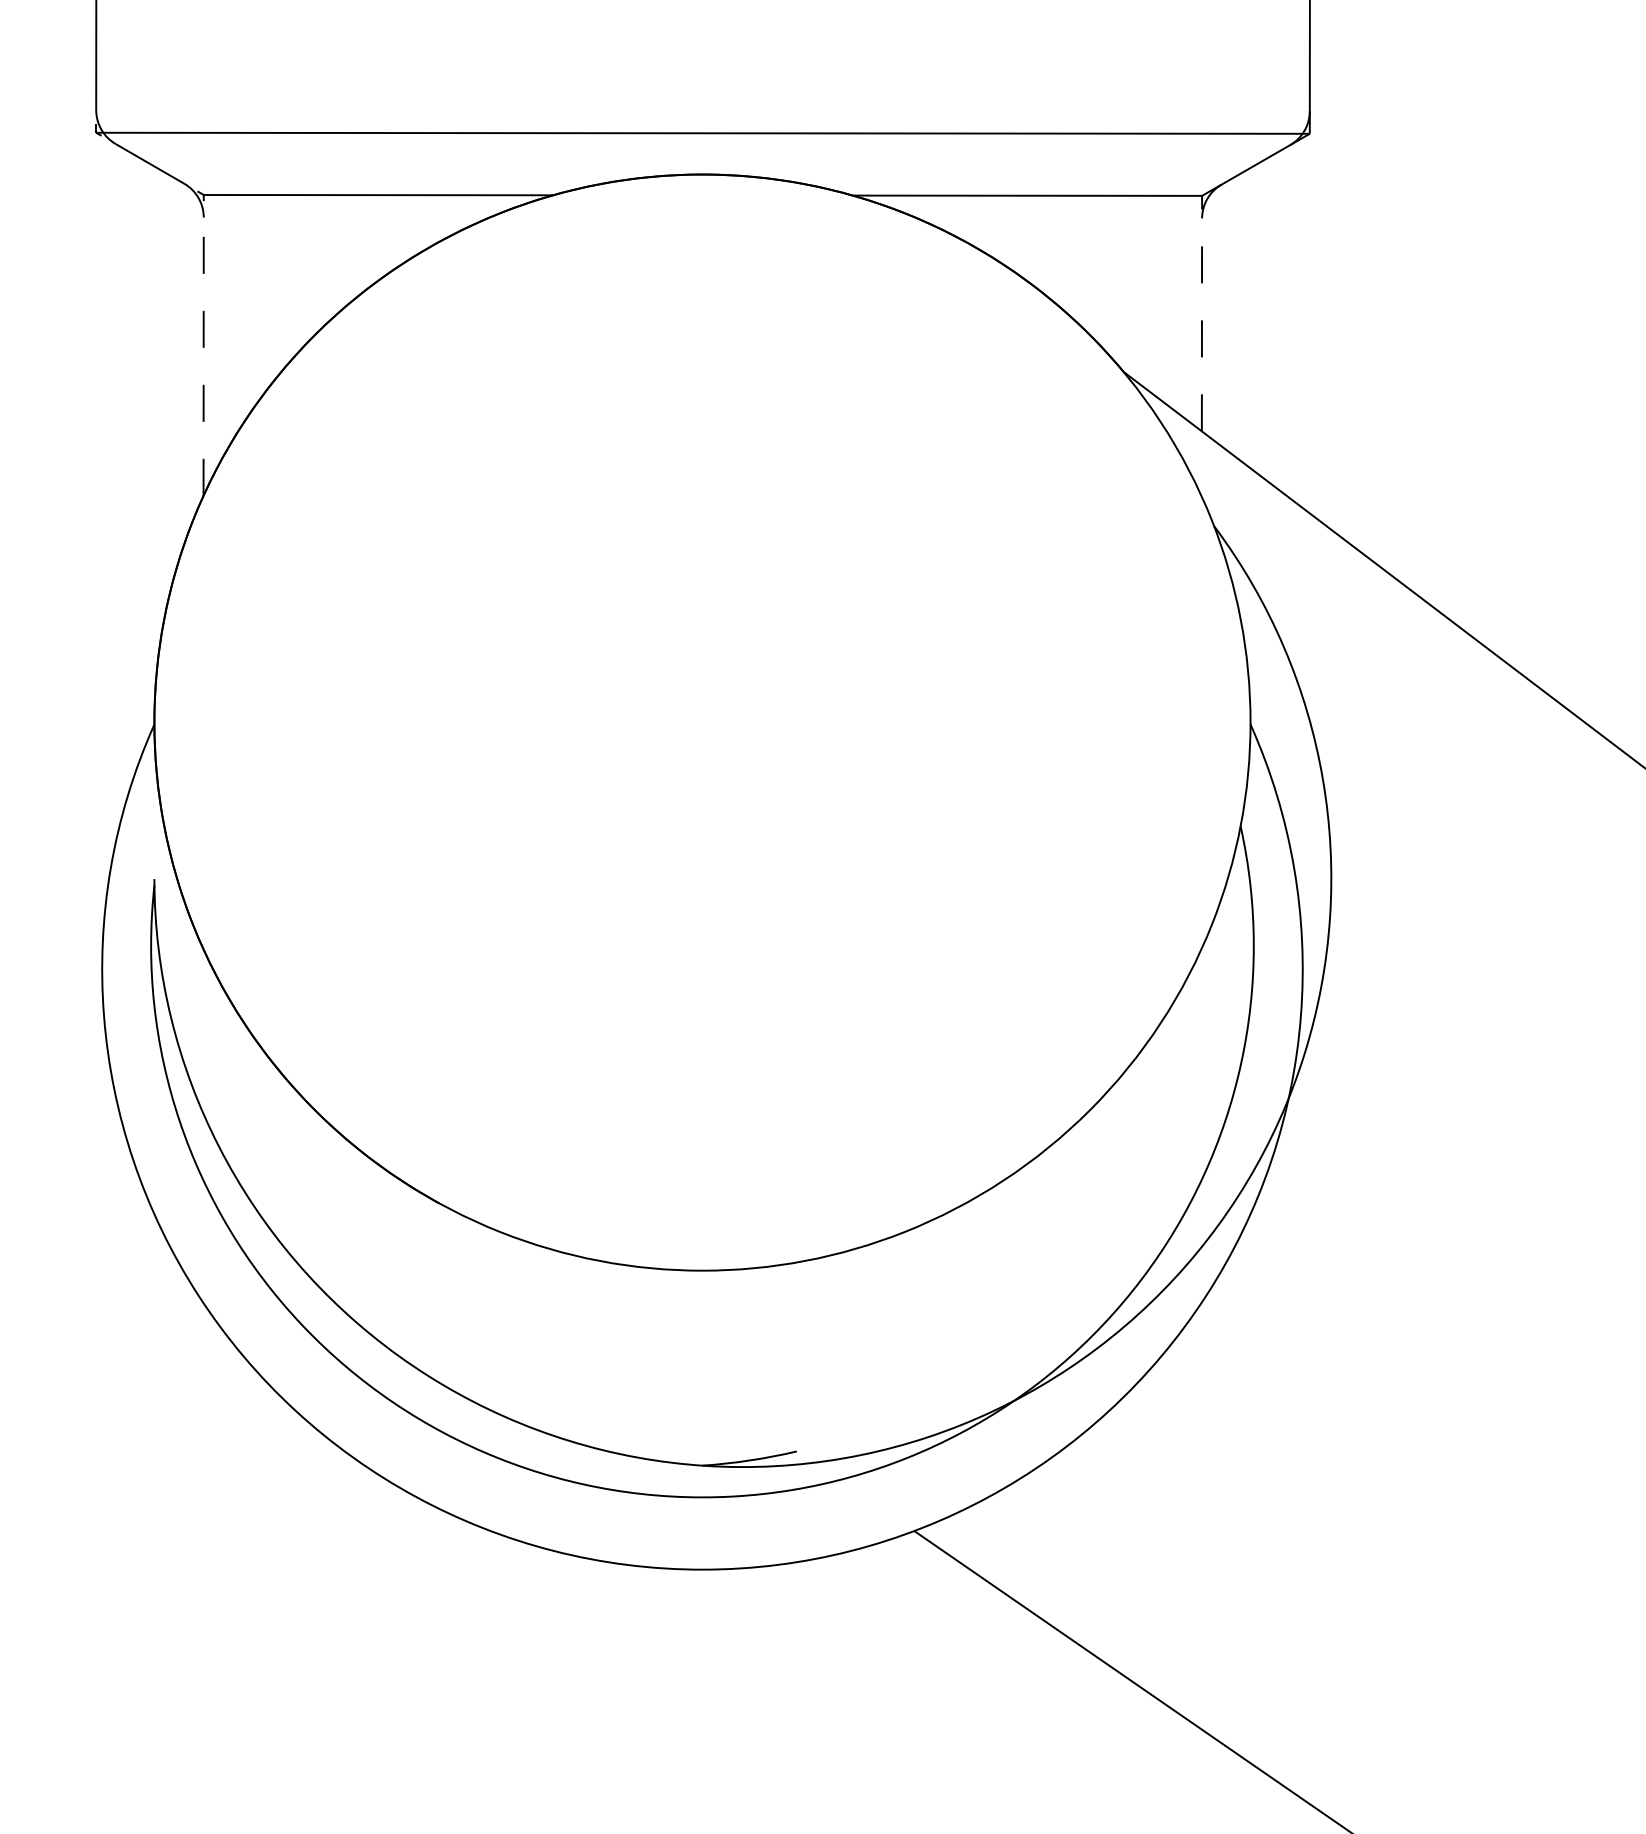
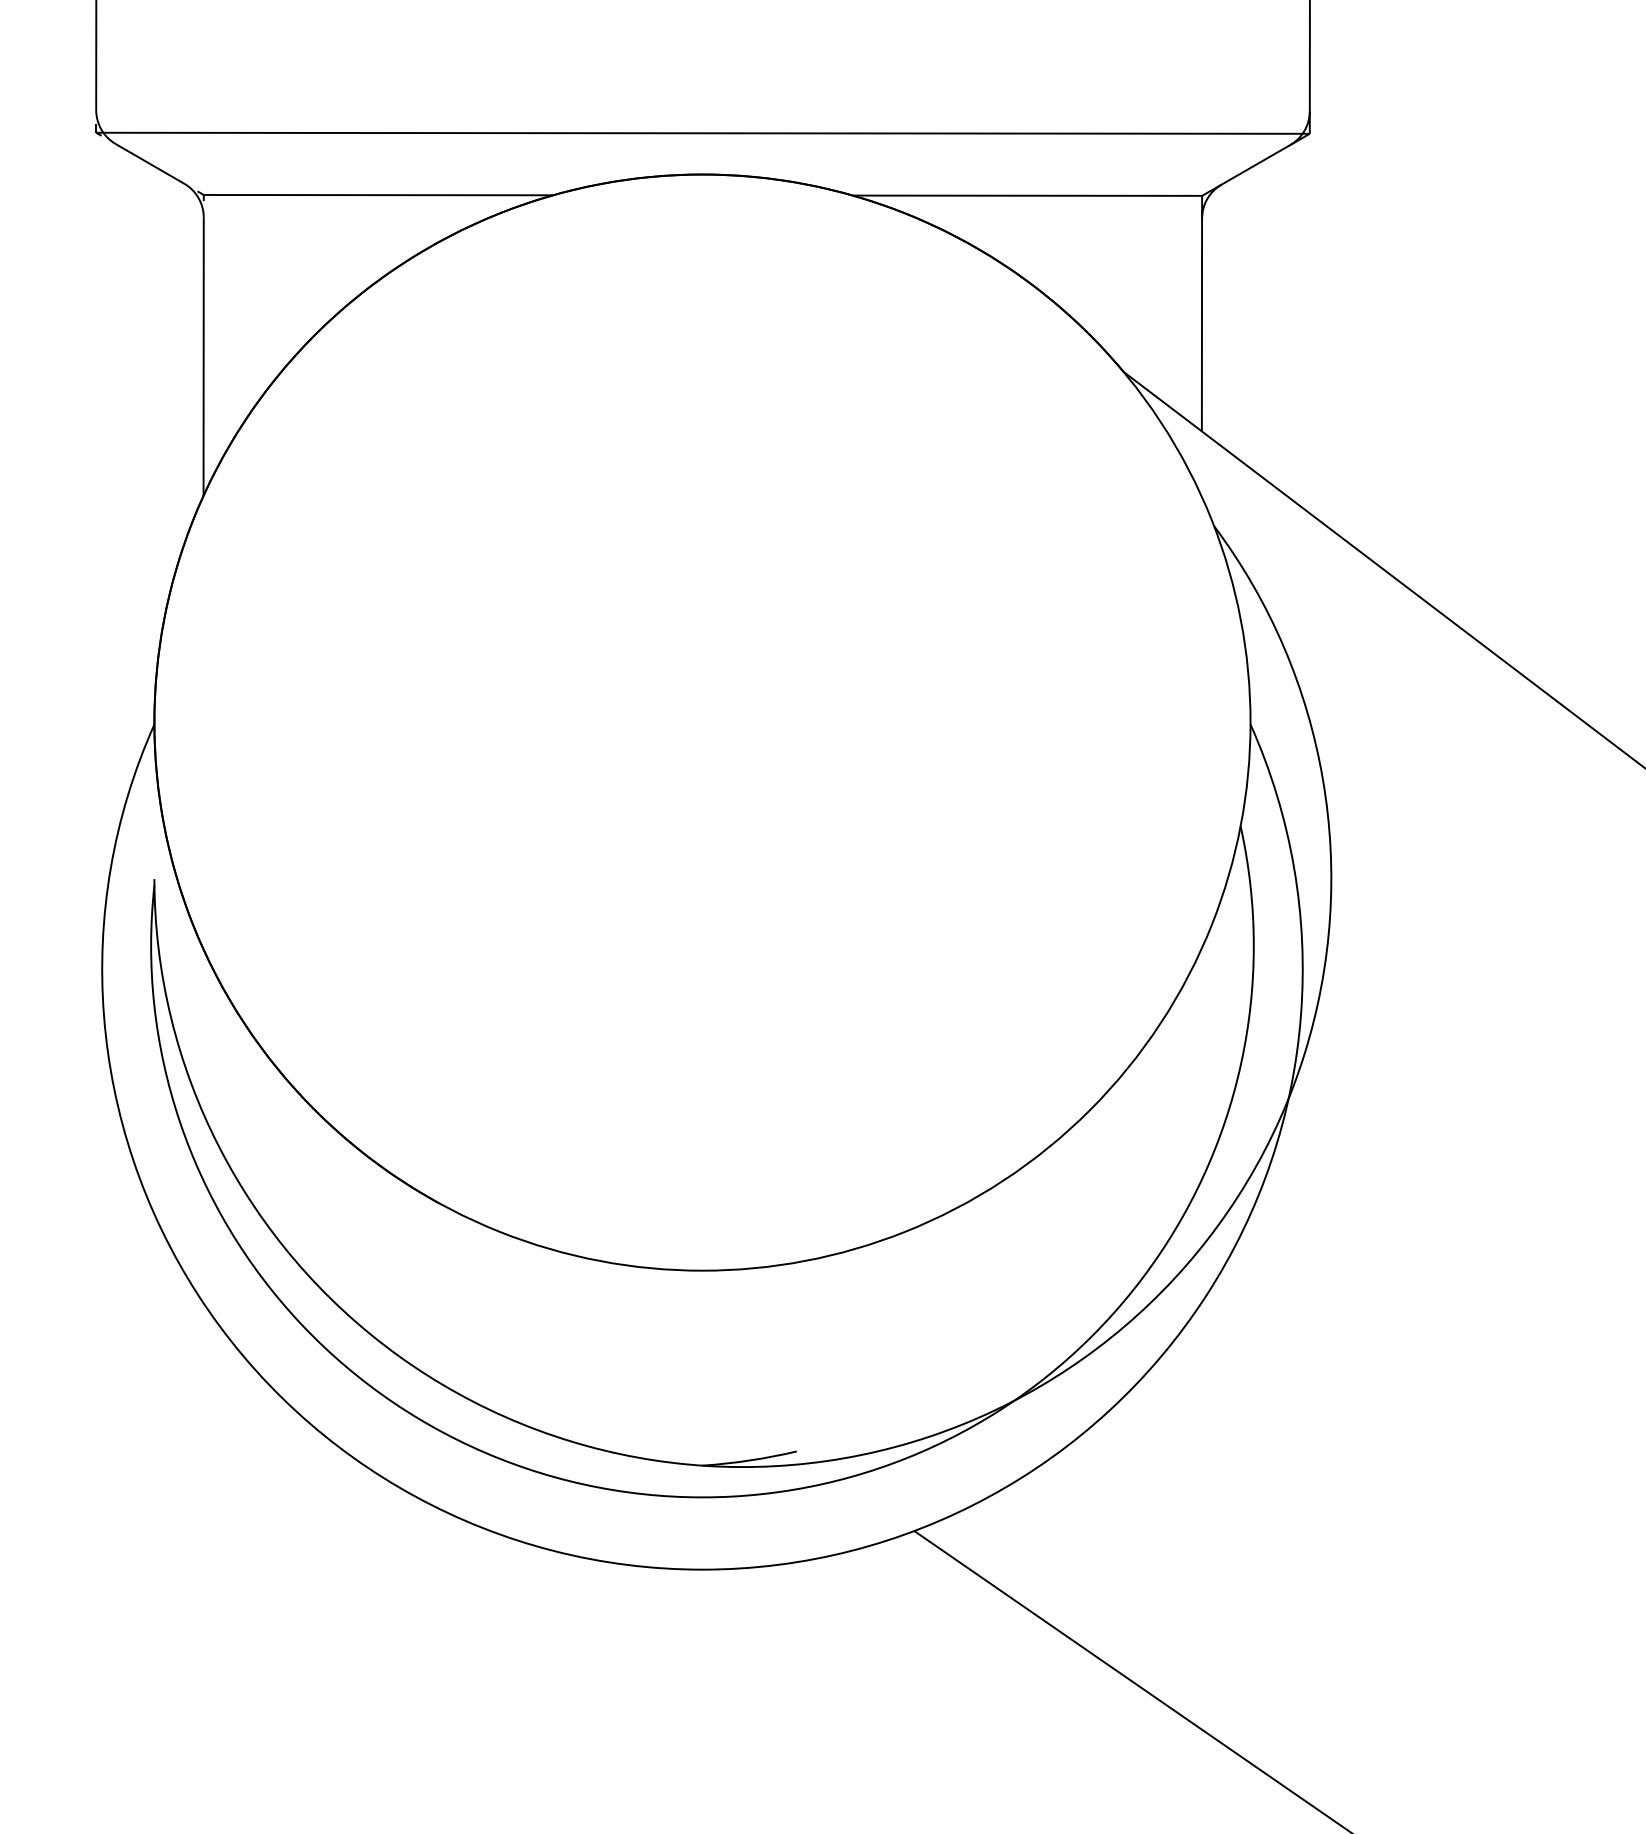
line at (1201, 313): dashed -> solid
line at (203, 356): dashed -> solid
